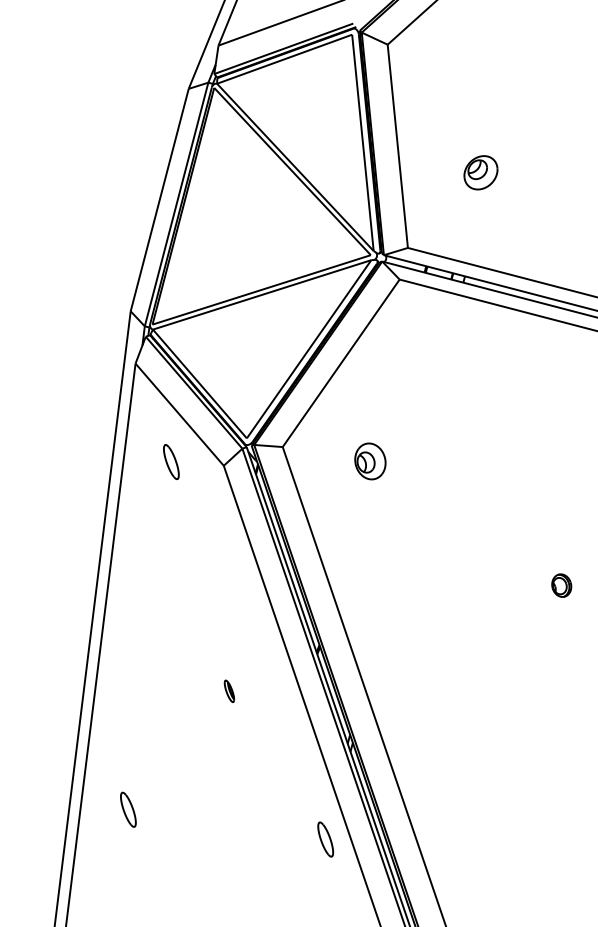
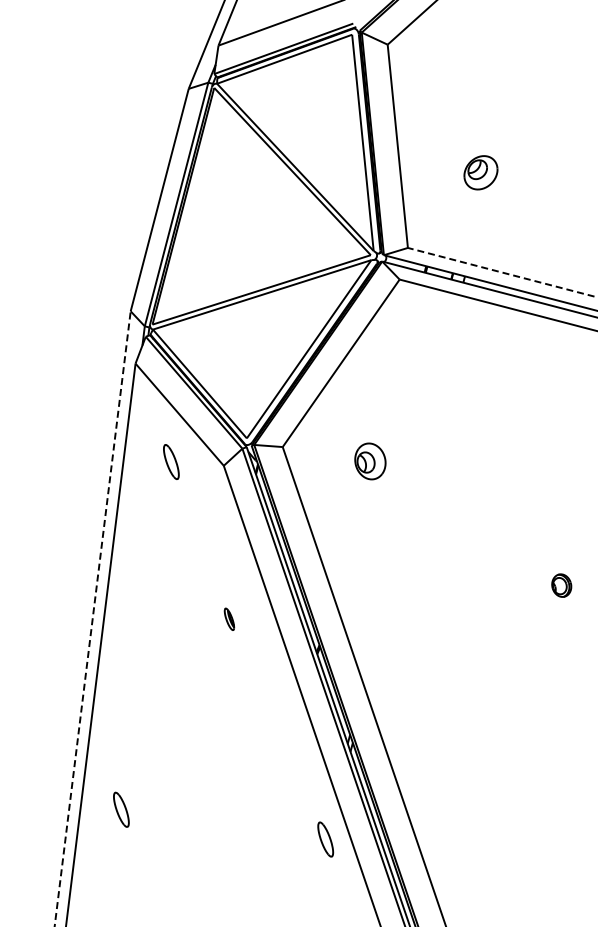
line at (502, 272): solid -> dashed
line at (92, 618): solid -> dashed
part at (229, 690) position: (229, 690) -> (229, 618)
part at (128, 809) position: (128, 809) -> (121, 809)
